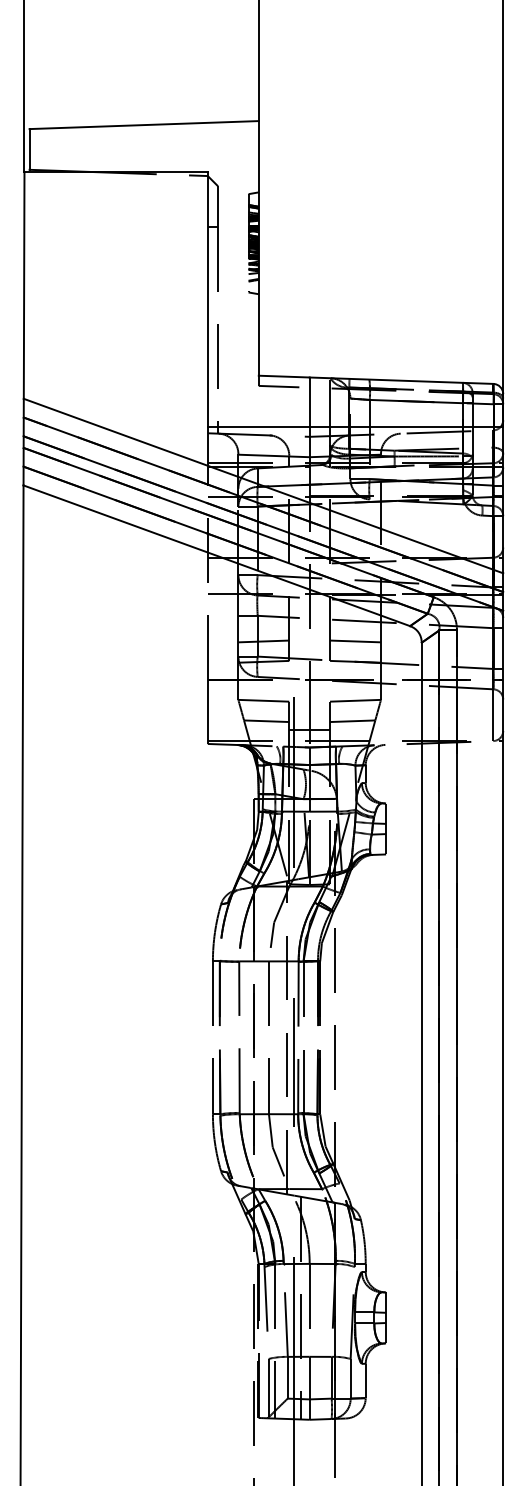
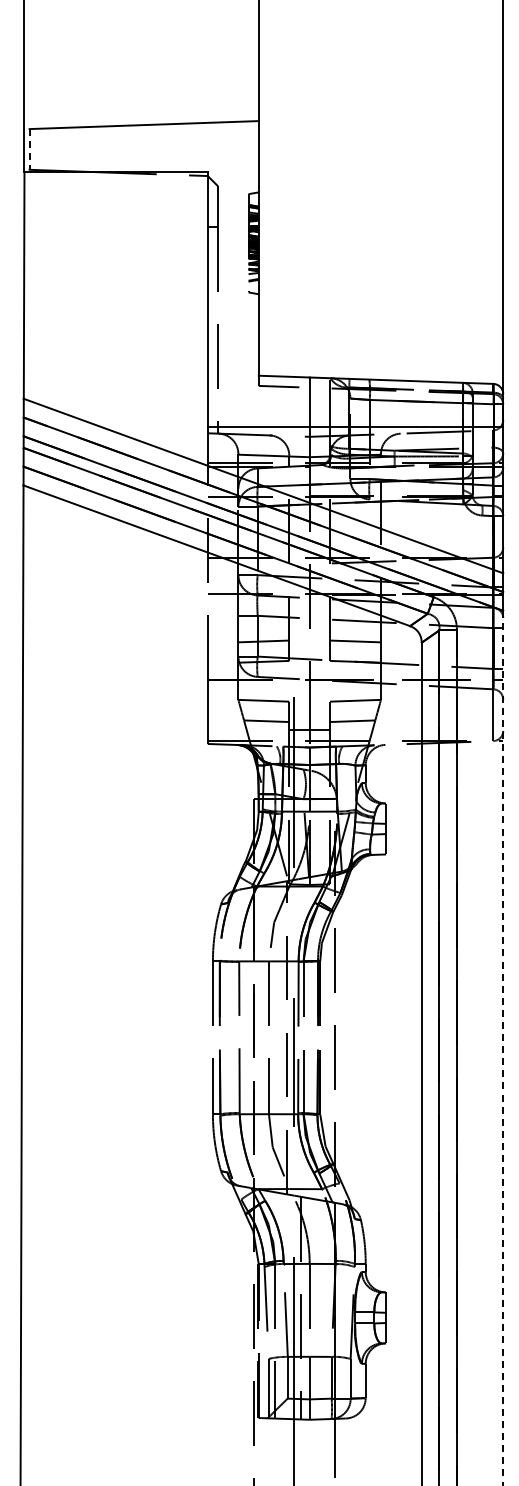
line at (29, 149): solid -> dashed
line at (503, 1048): solid -> dashed
